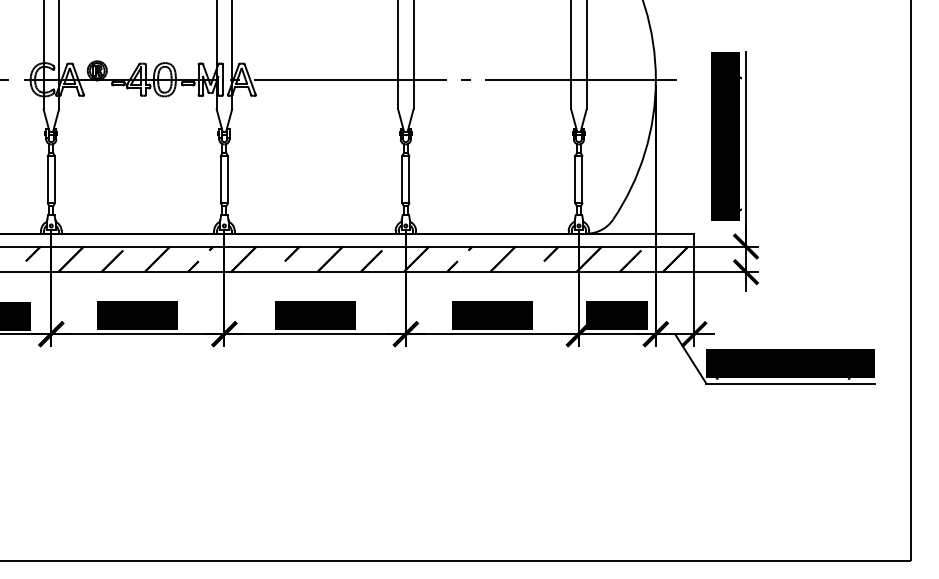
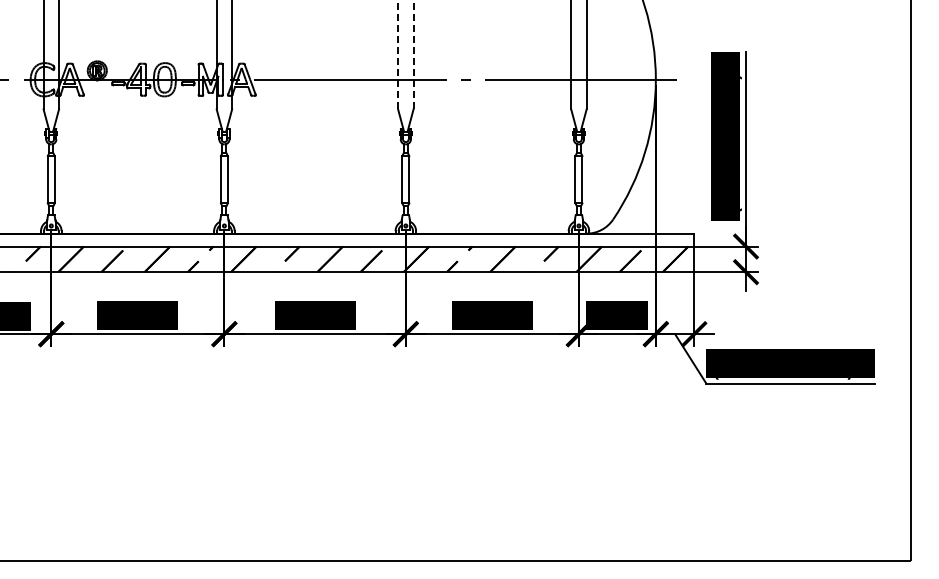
line at (398, 54): solid -> dashed
line at (413, 55): solid -> dashed
